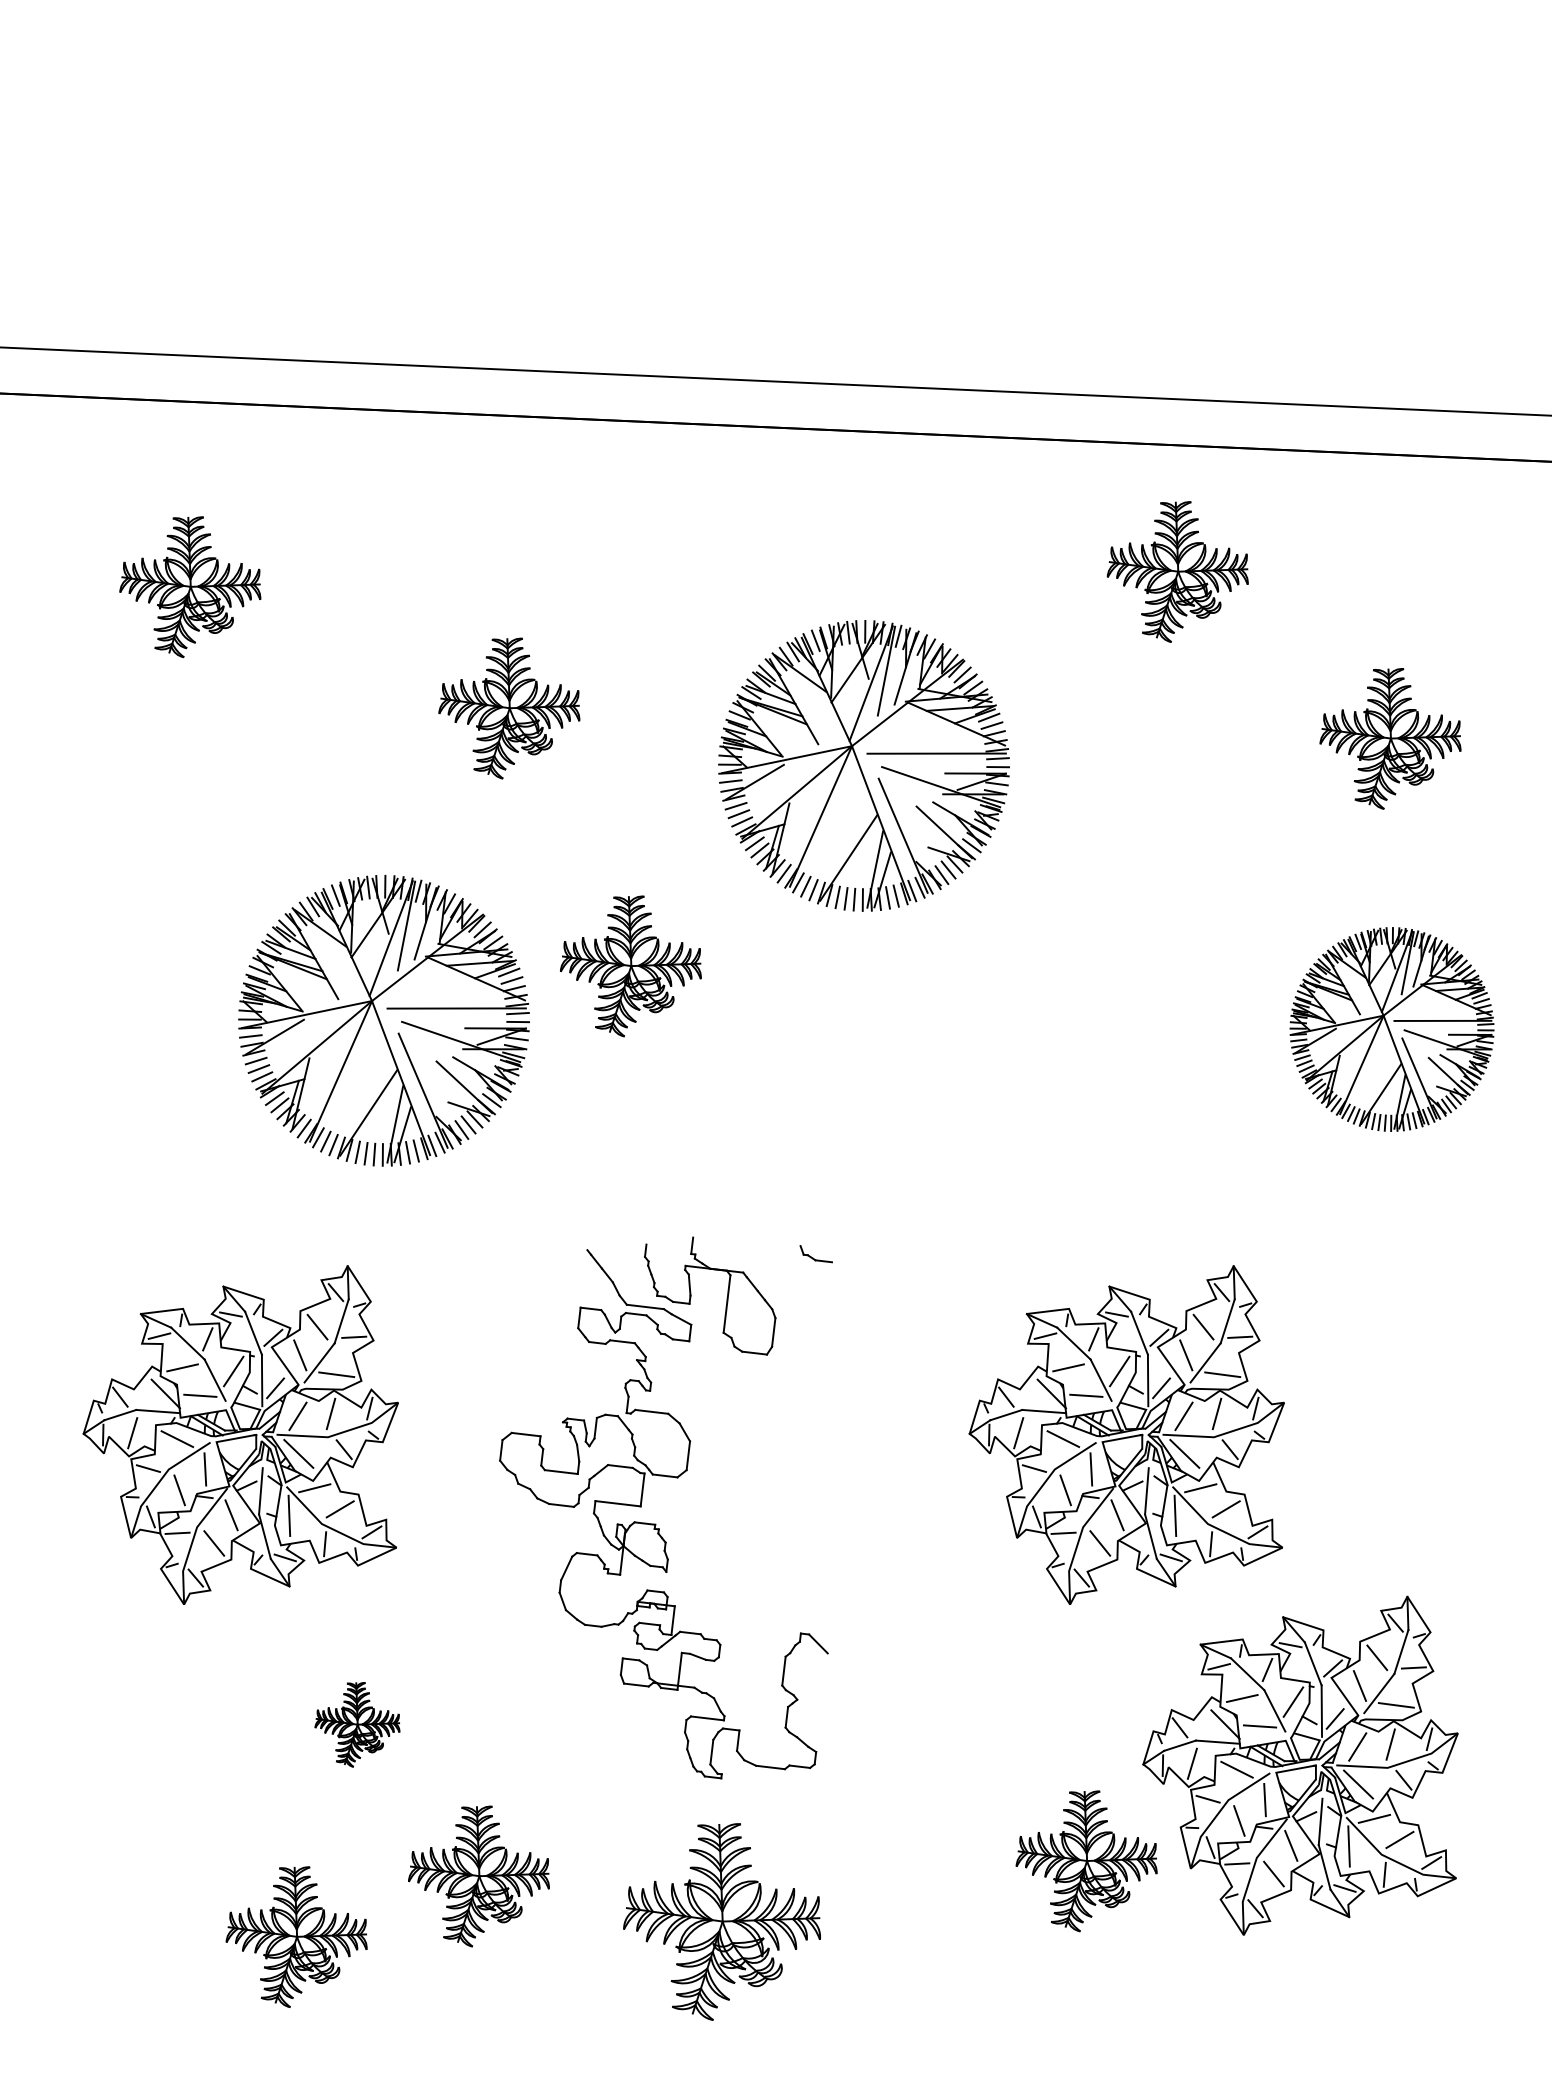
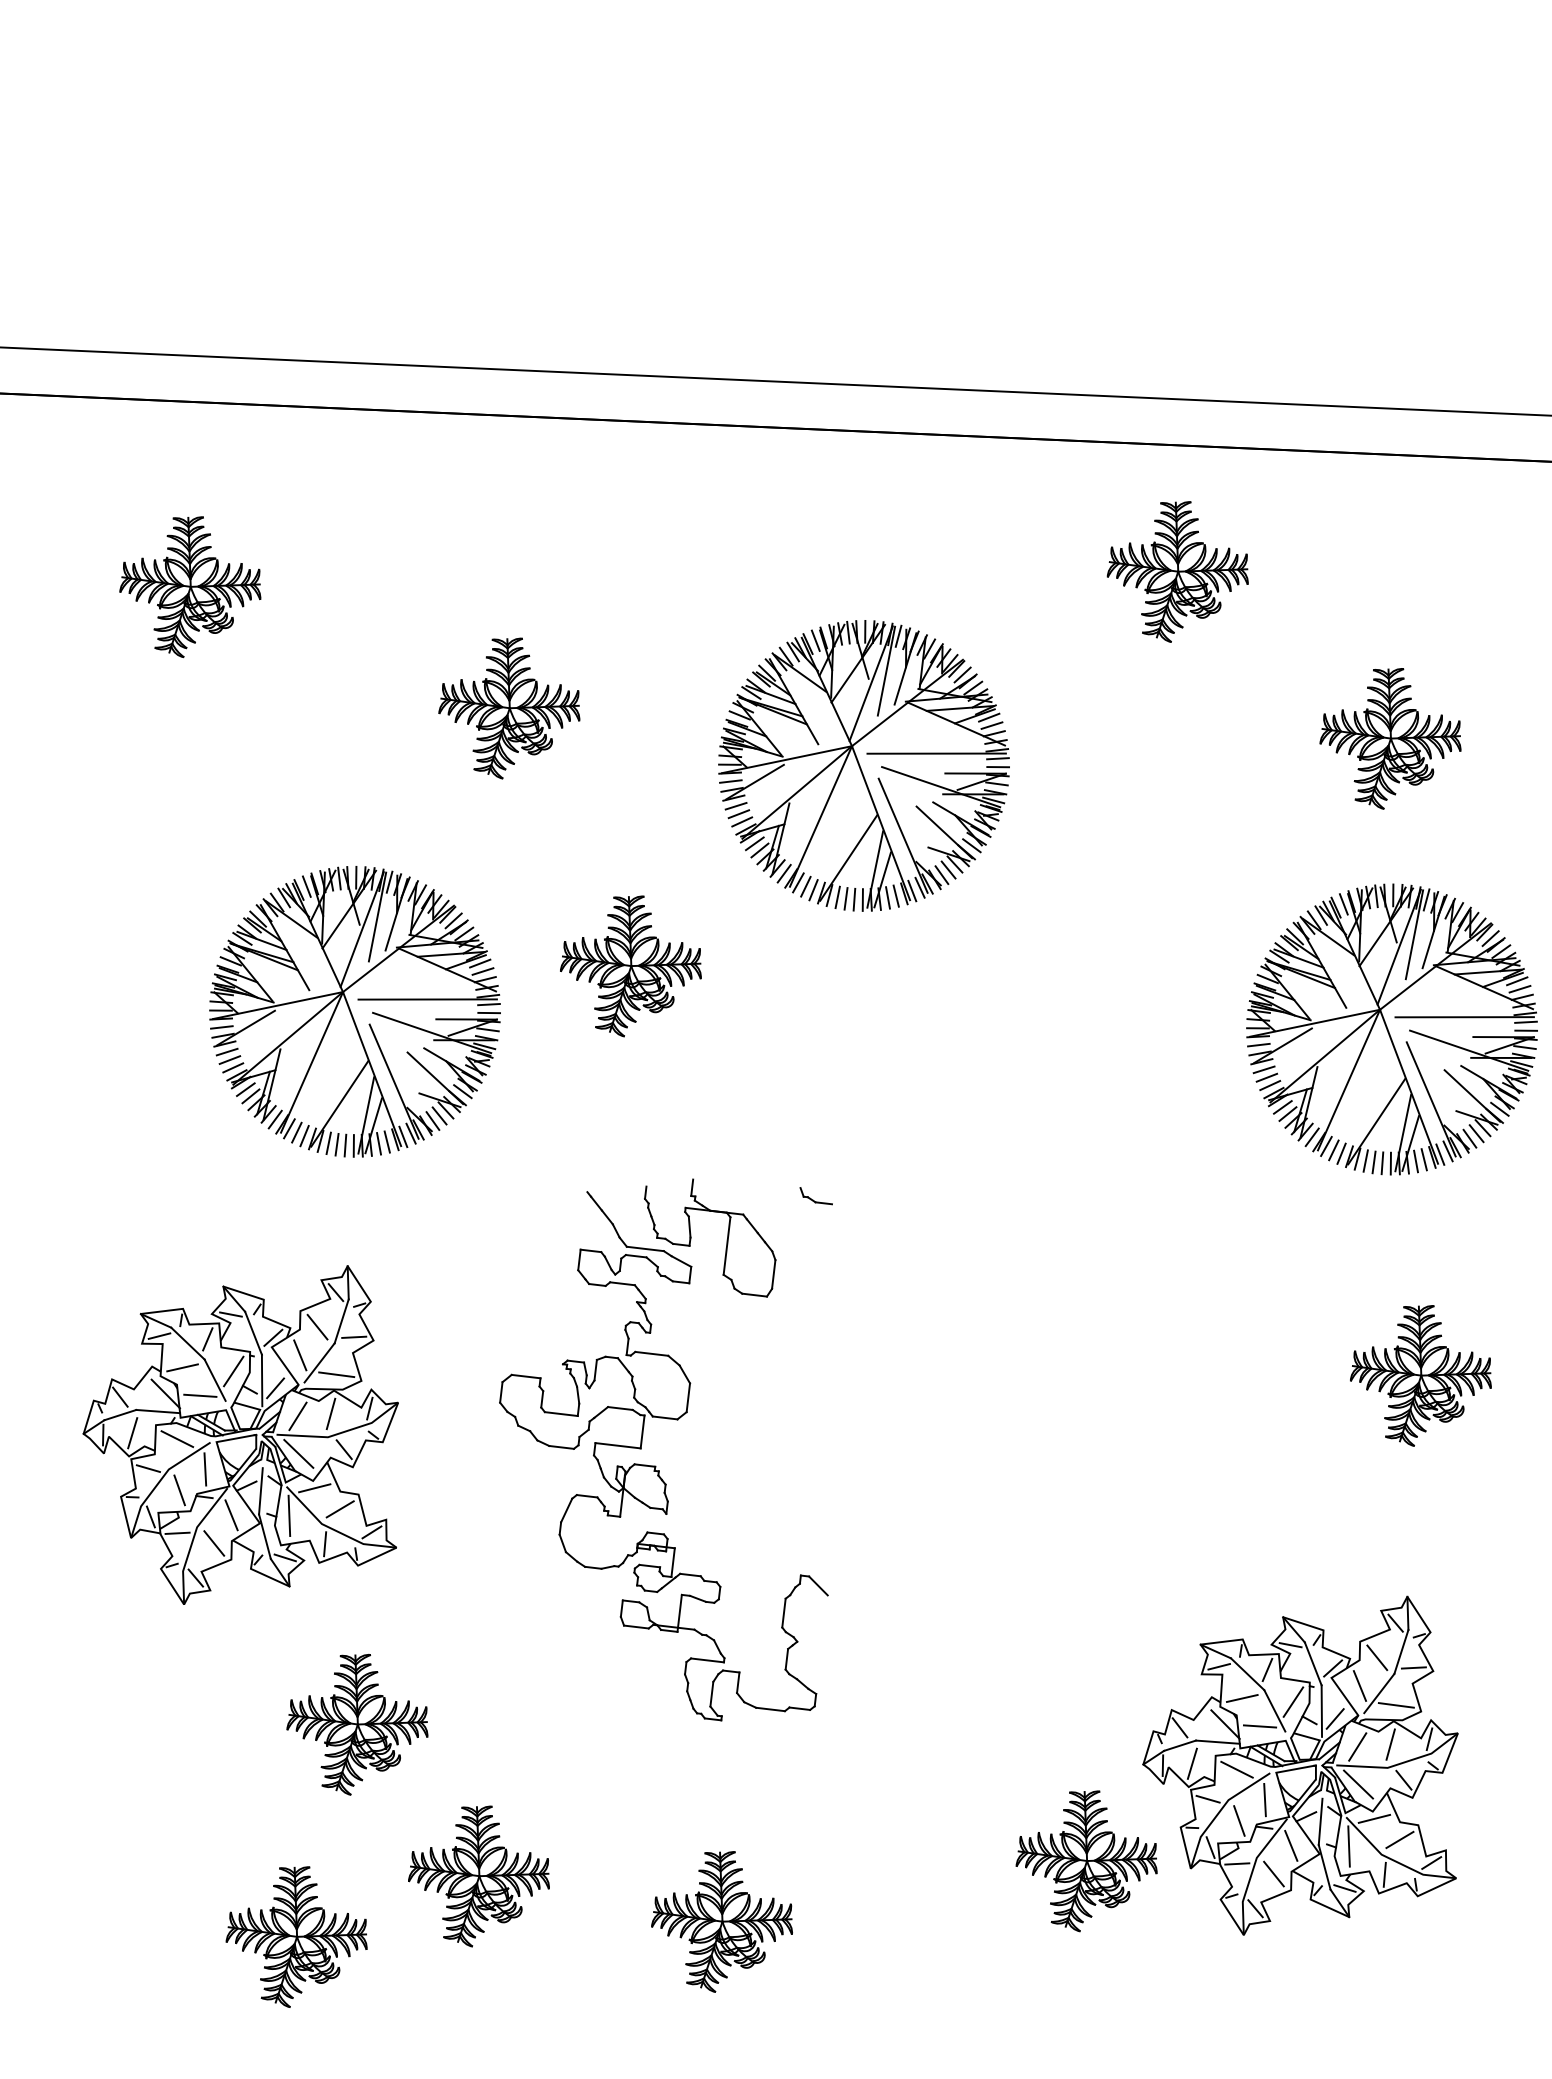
part at (383, 1020) position: (383, 1020) -> (354, 1011)
part at (1391, 1029) size: 206x205 px -> 292x293 px
part at (1420, 1375): none -> present
part at (1126, 1434): present -> none
part at (655, 1523) position: (655, 1523) -> (655, 1465)
part at (357, 1724) size: 87x86 px -> 143x142 px
part at (721, 1921) size: 198x198 px -> 142x142 px
